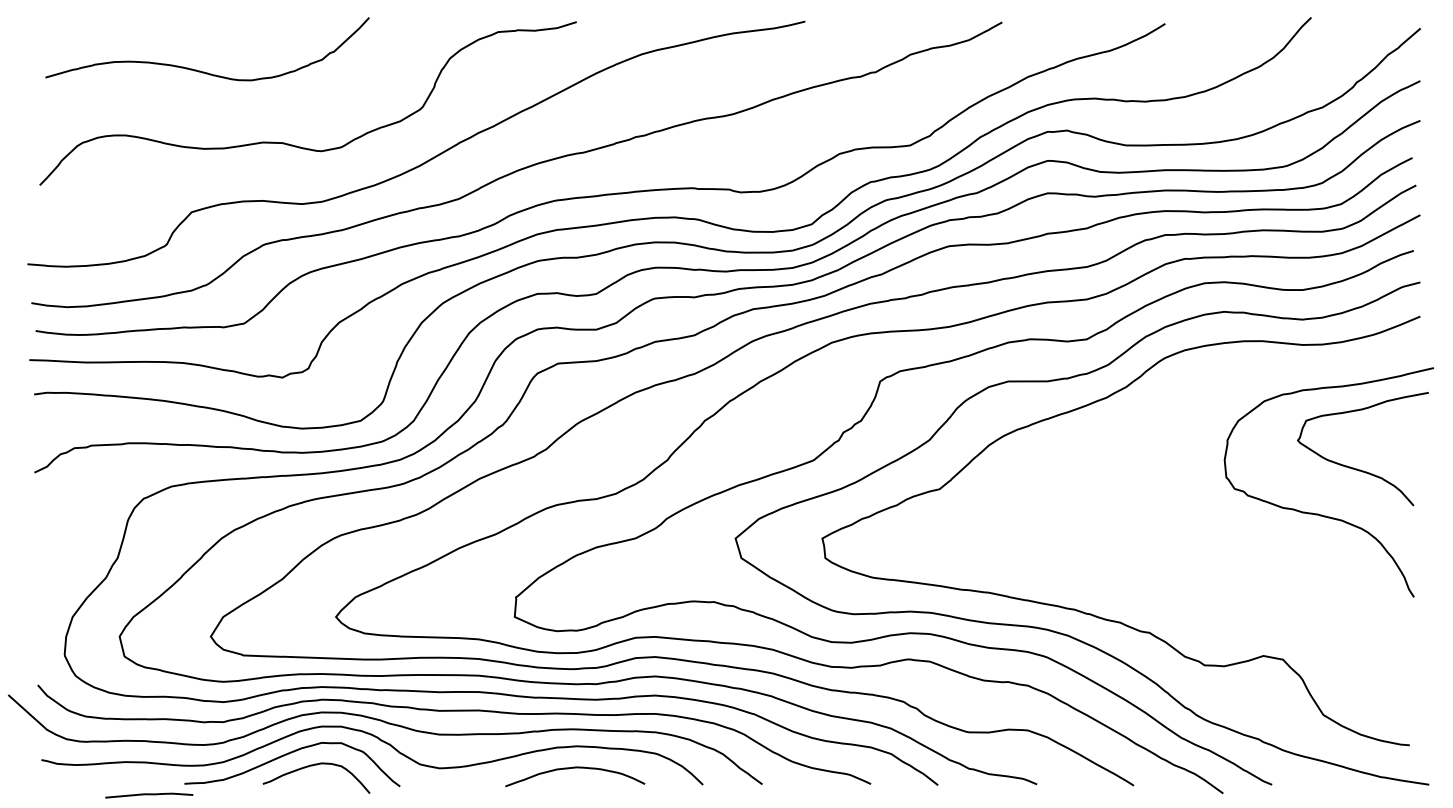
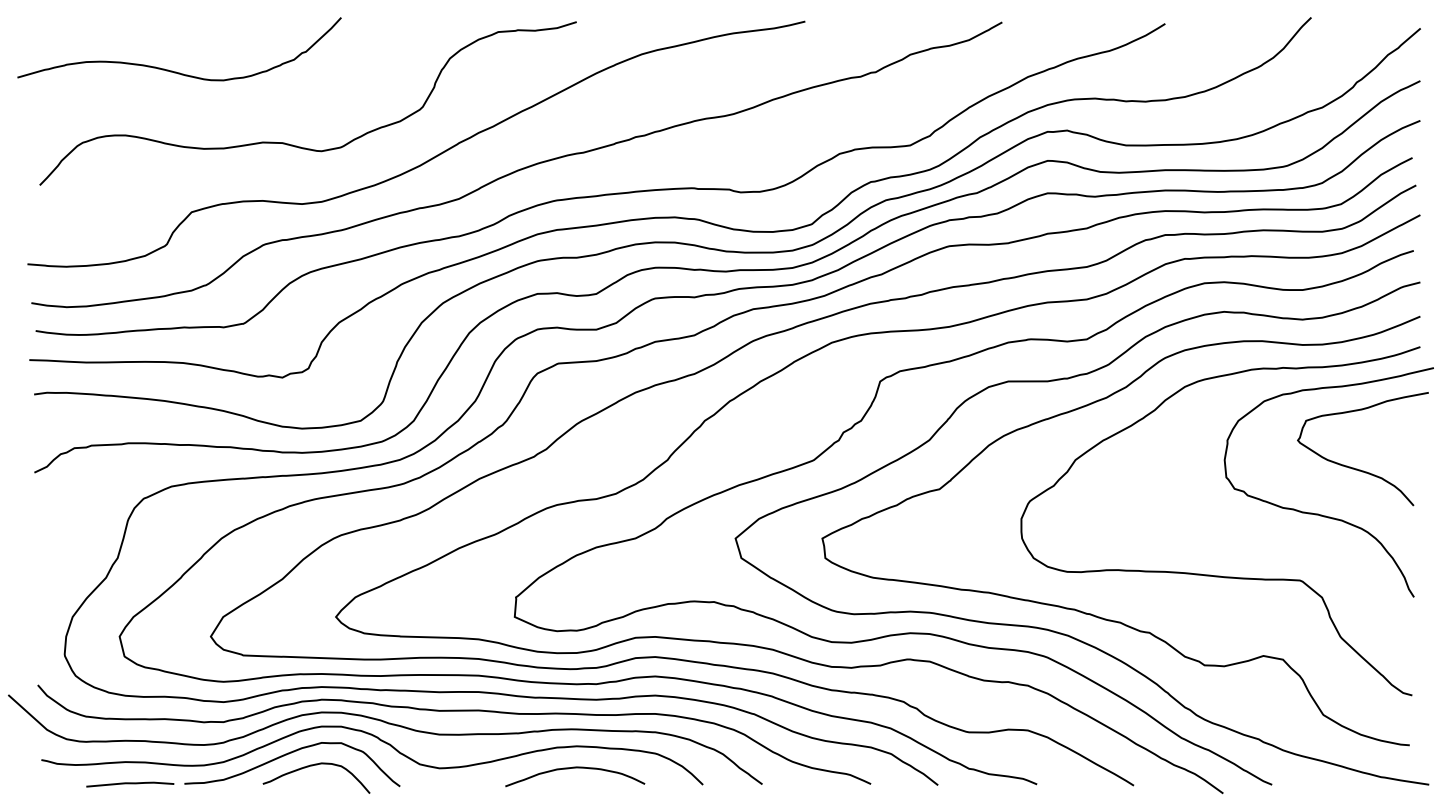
curve at (200, 70) position: (200, 70) -> (172, 70)
curve at (1210, 574): none -> present
curve at (149, 795) position: (149, 795) -> (130, 784)
